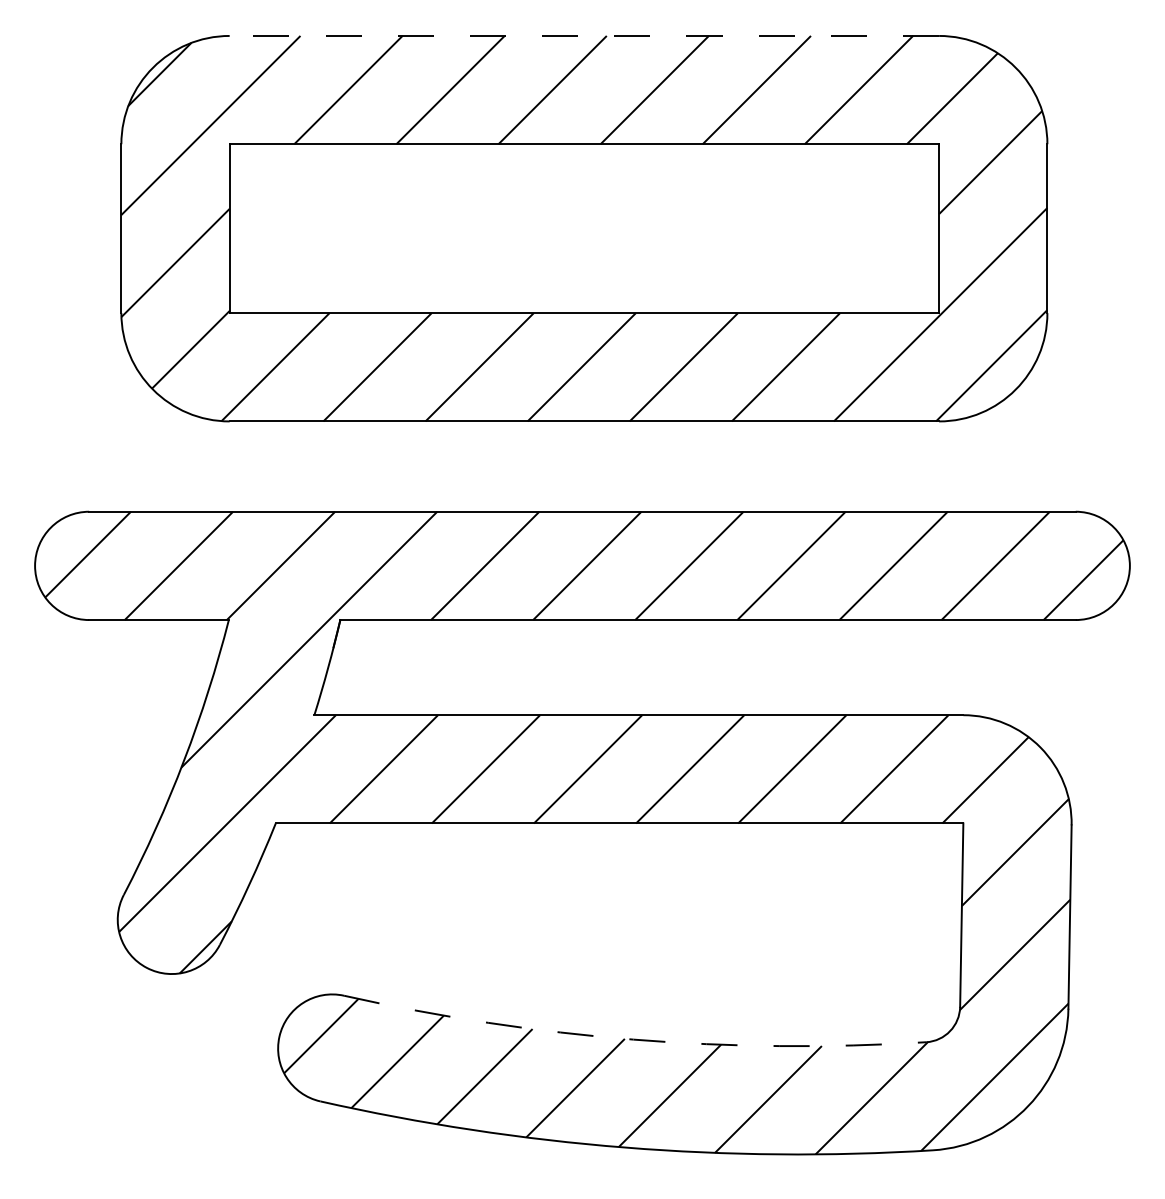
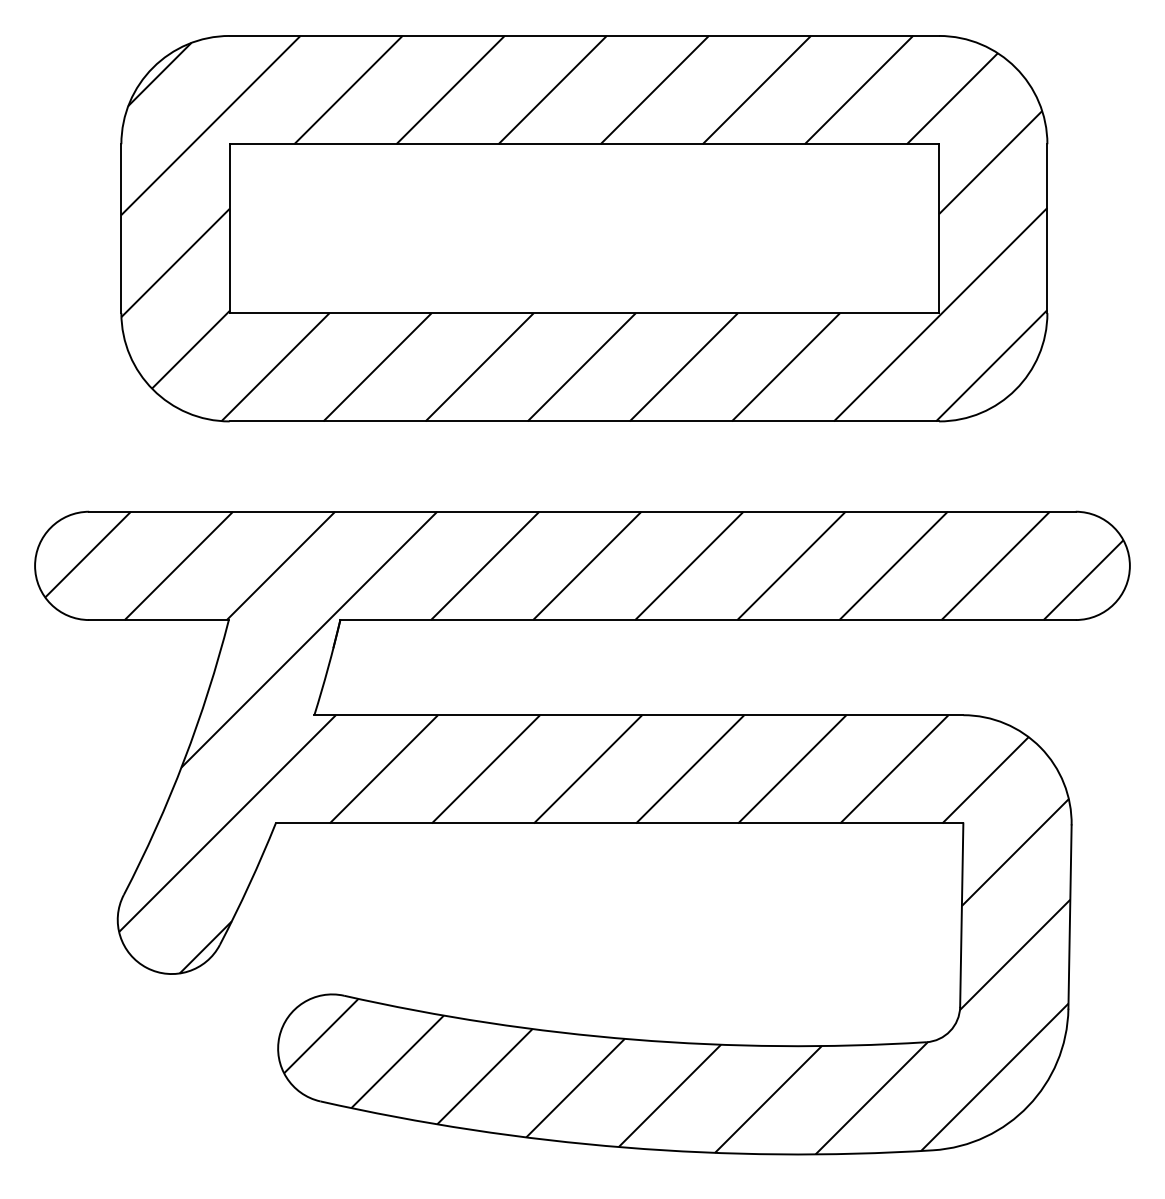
line at (584, 35): dashed -> solid
arc at (633, 1039): dashed -> solid
